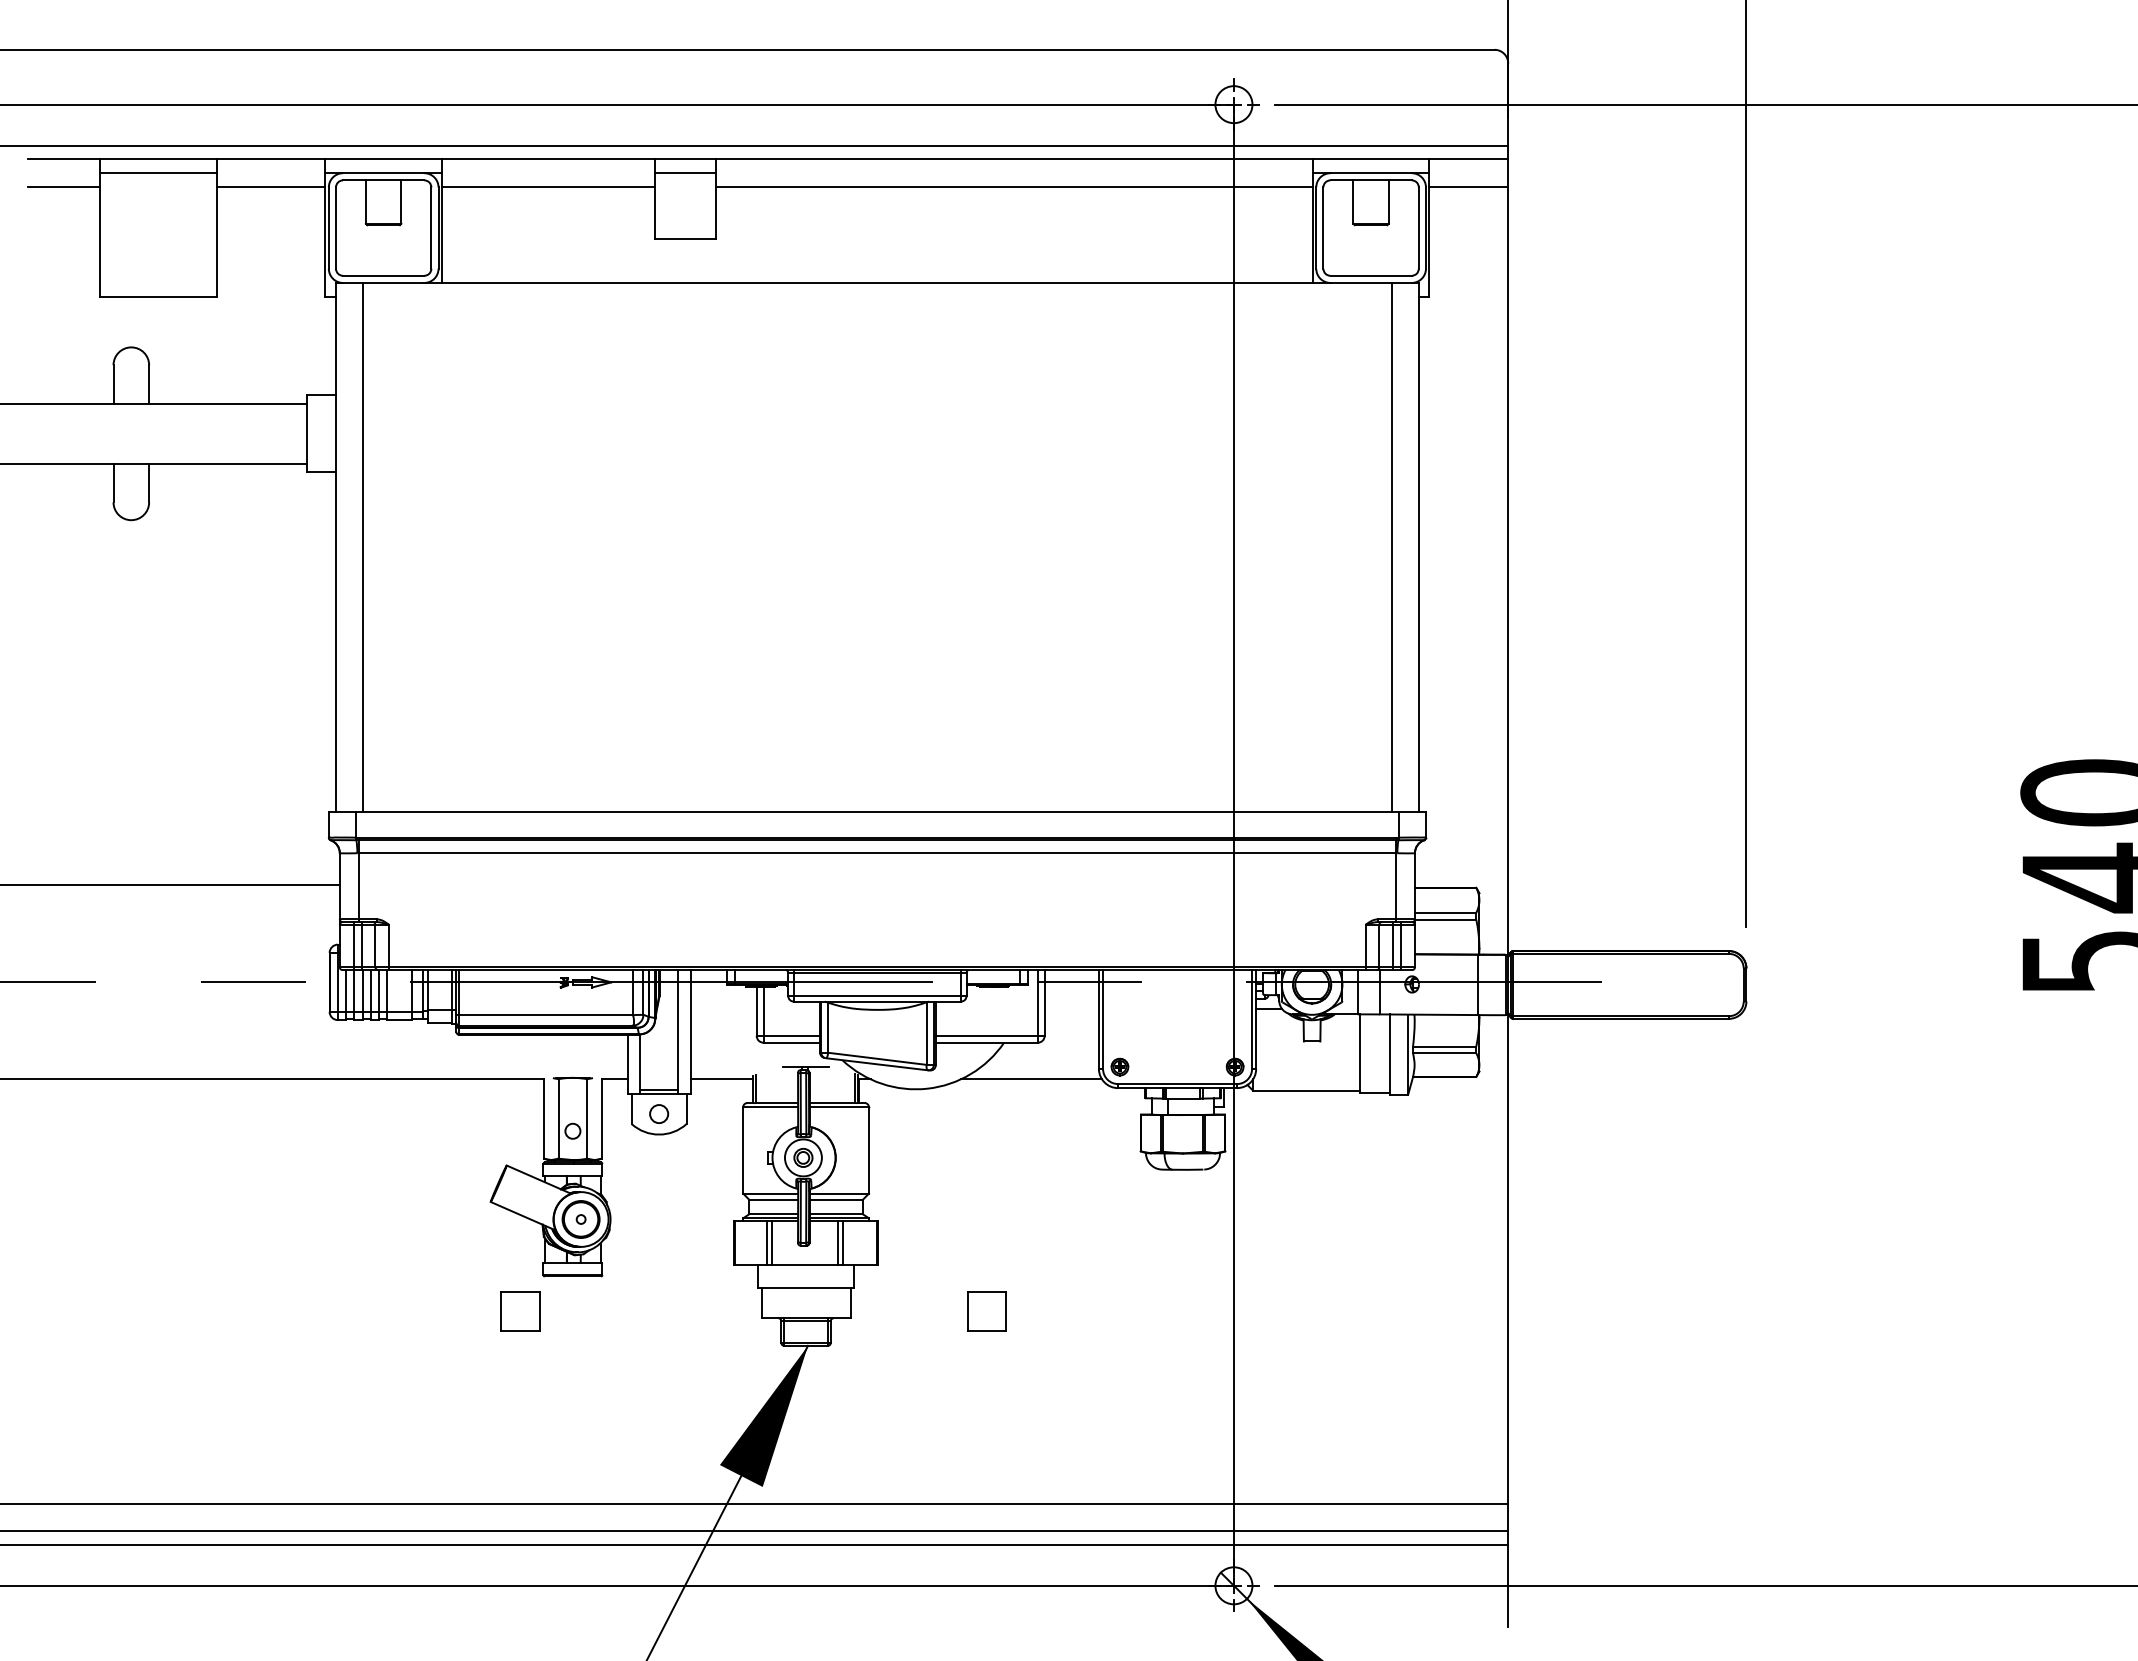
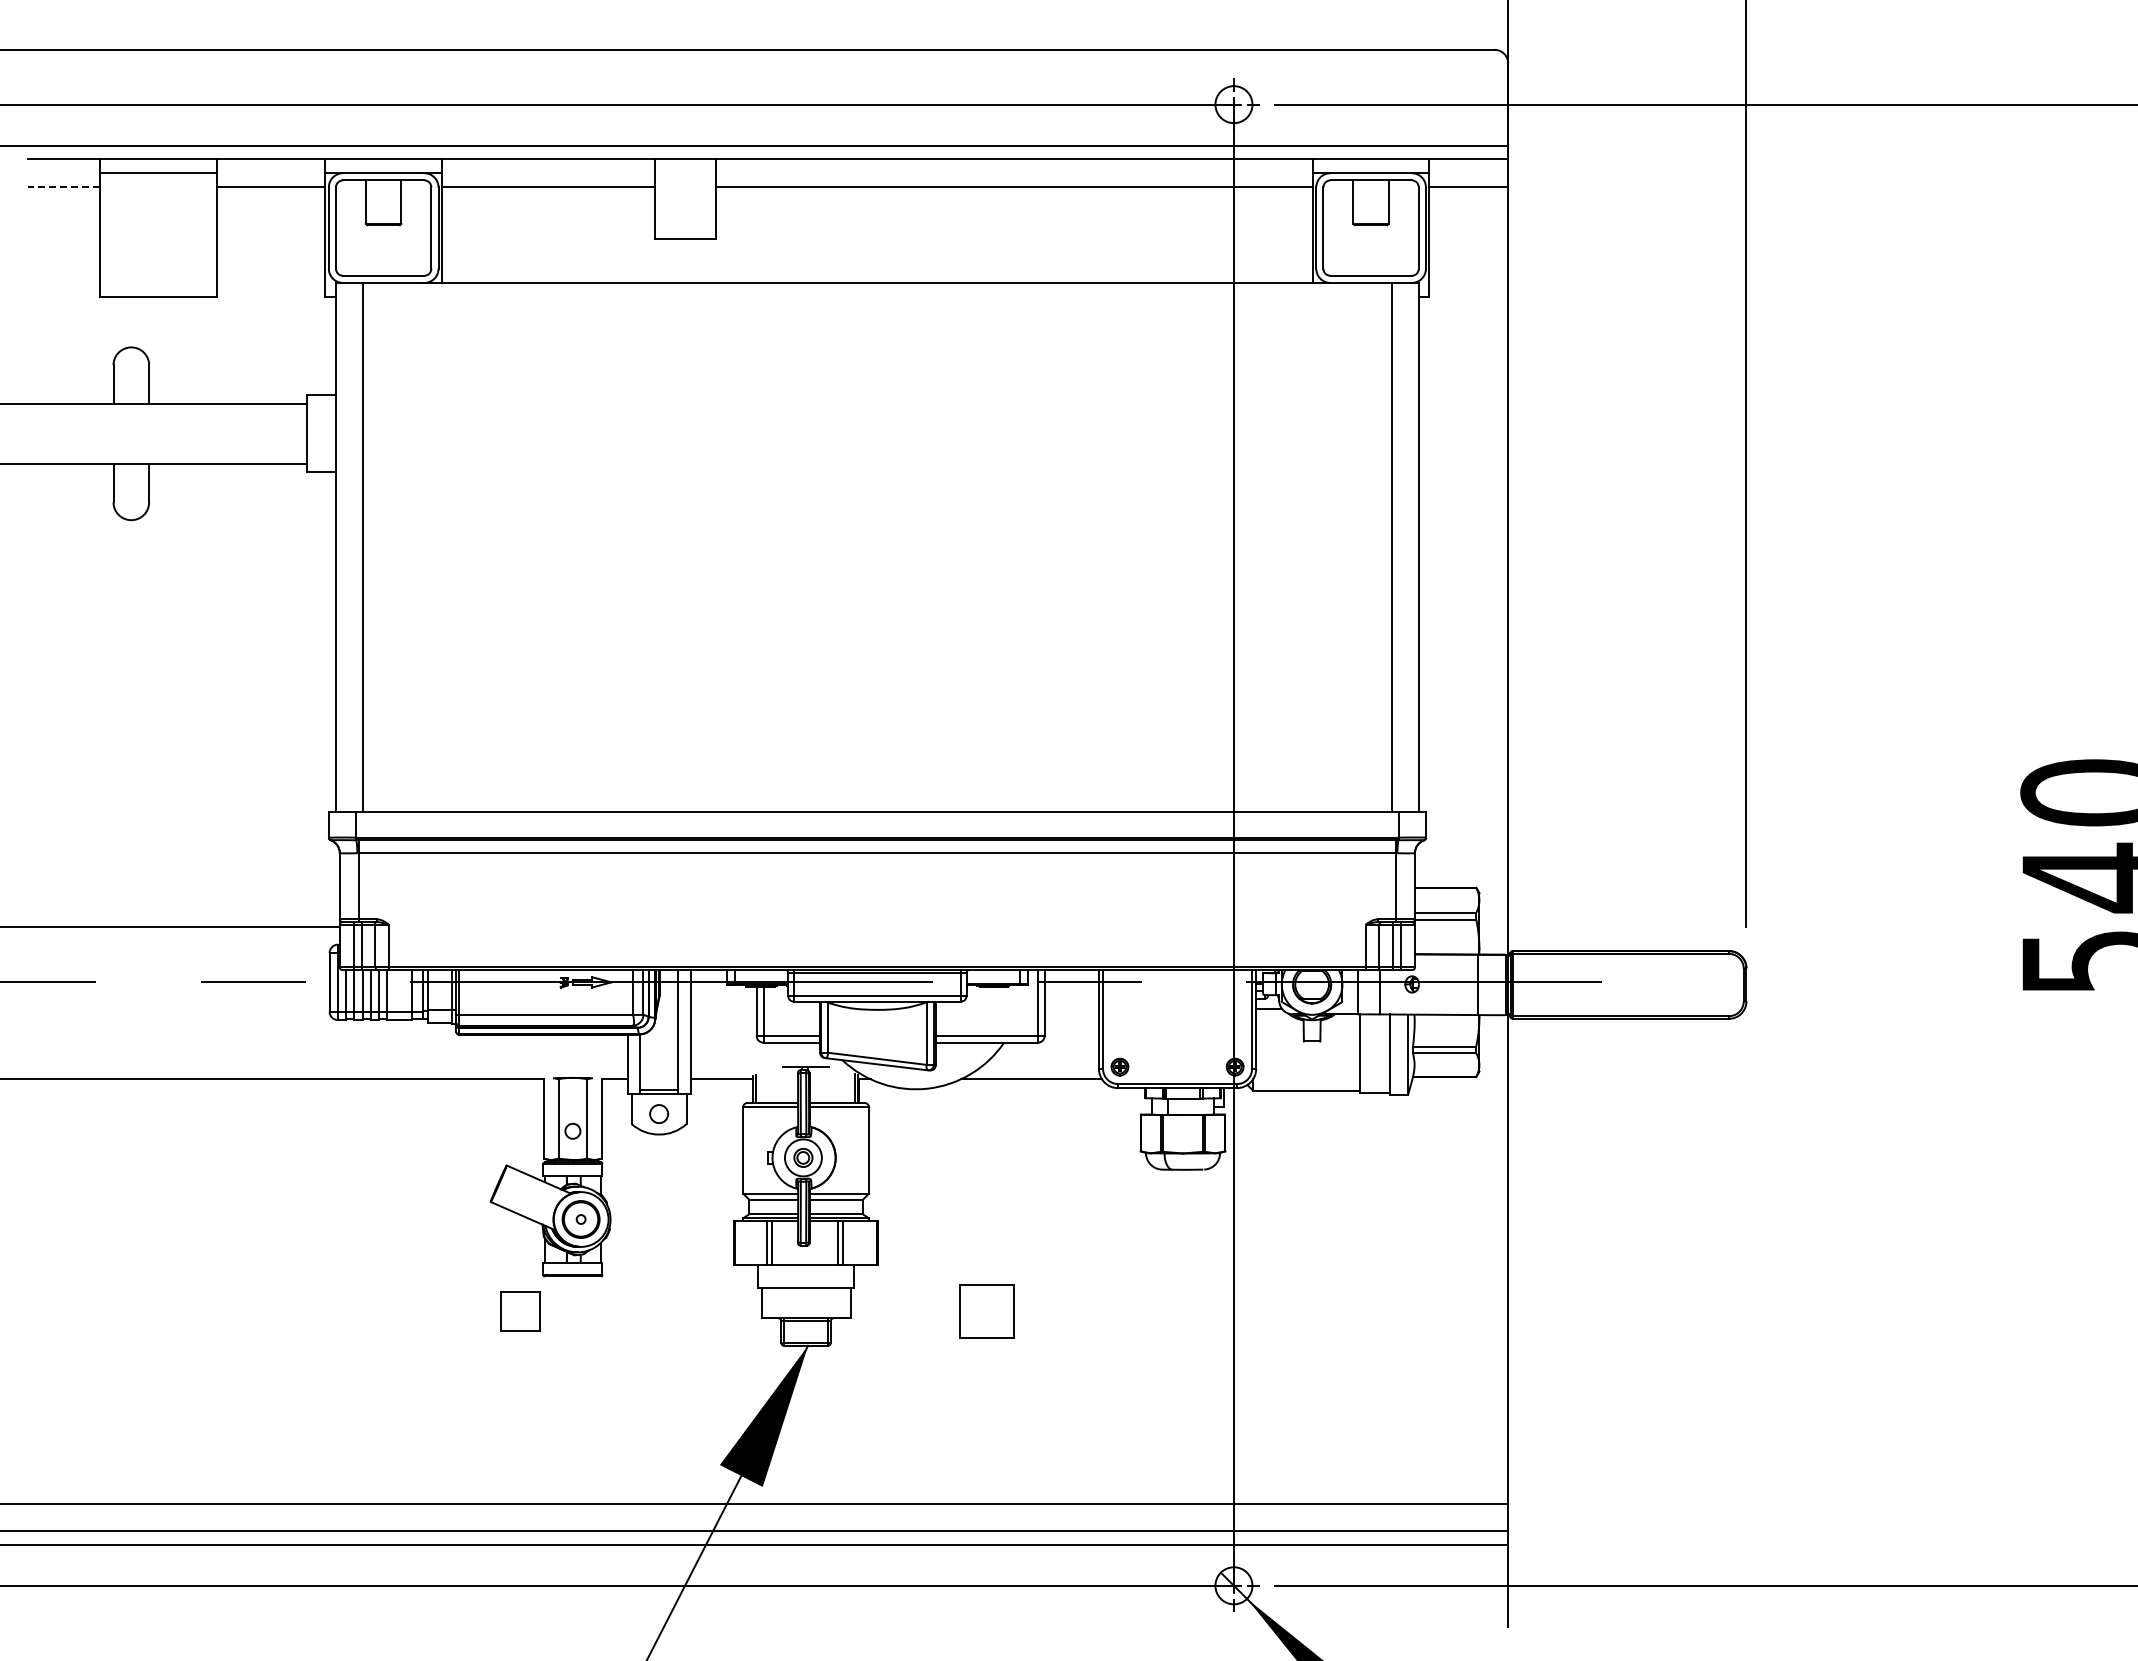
line at (685, 173): present -> none
line at (63, 186): solid -> dashed
line at (170, 885) position: (170, 885) -> (170, 927)
part at (986, 1311) size: 40x41 px -> 56x55 px
